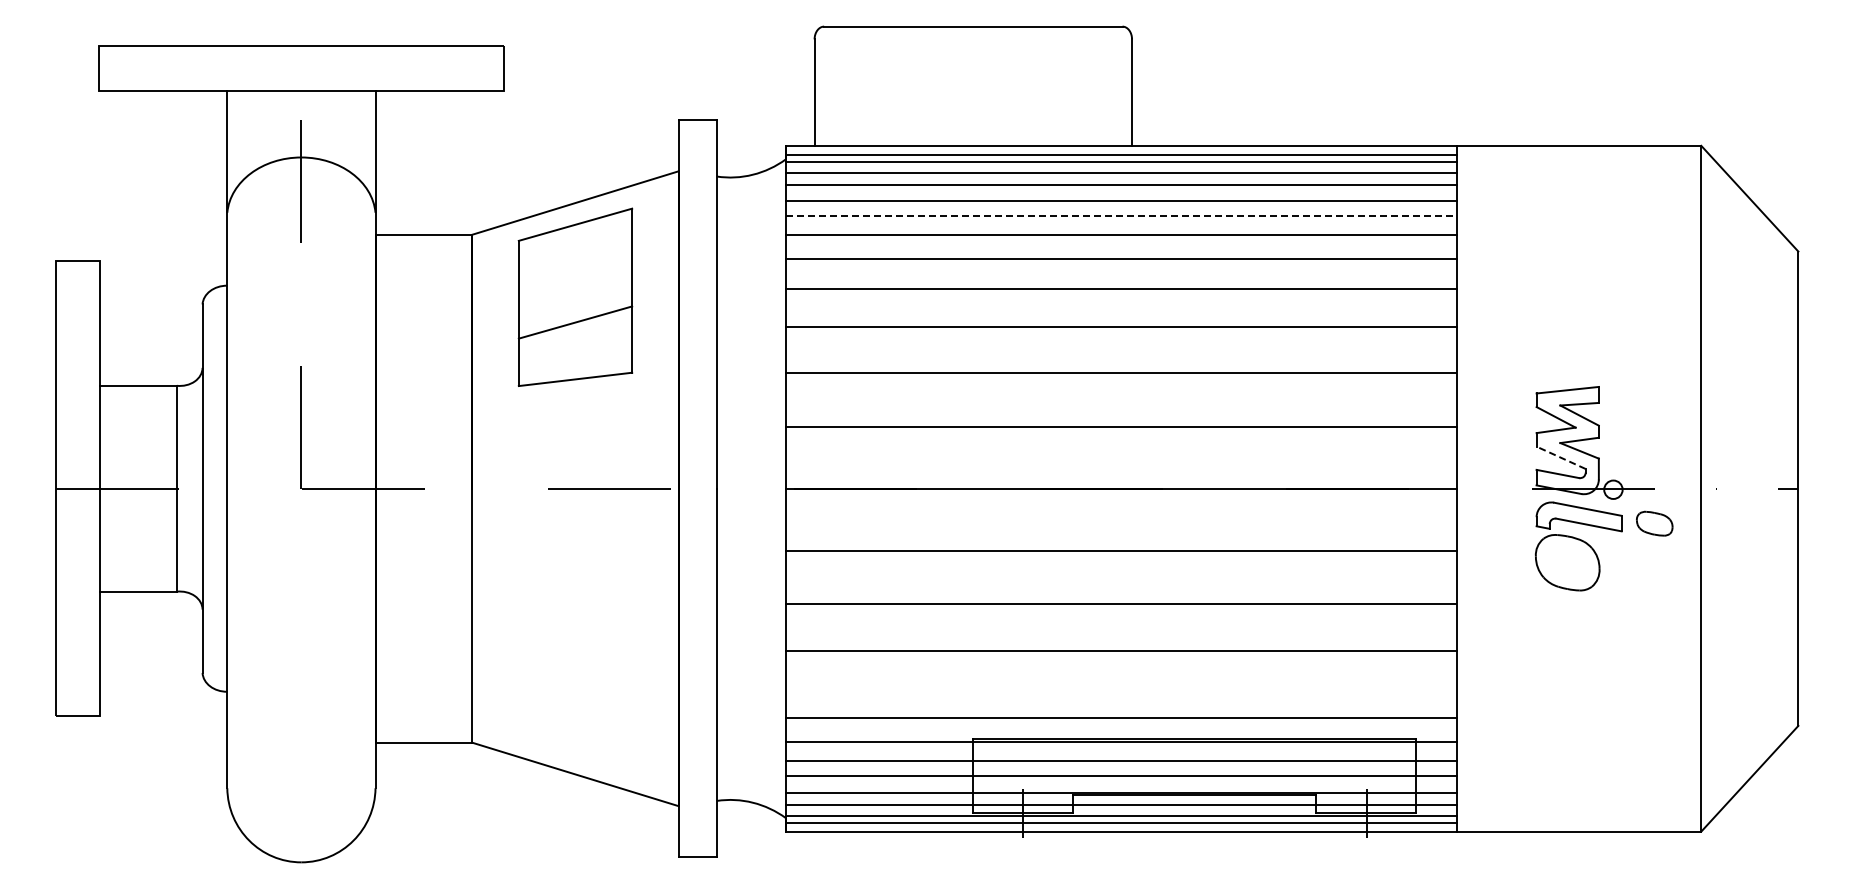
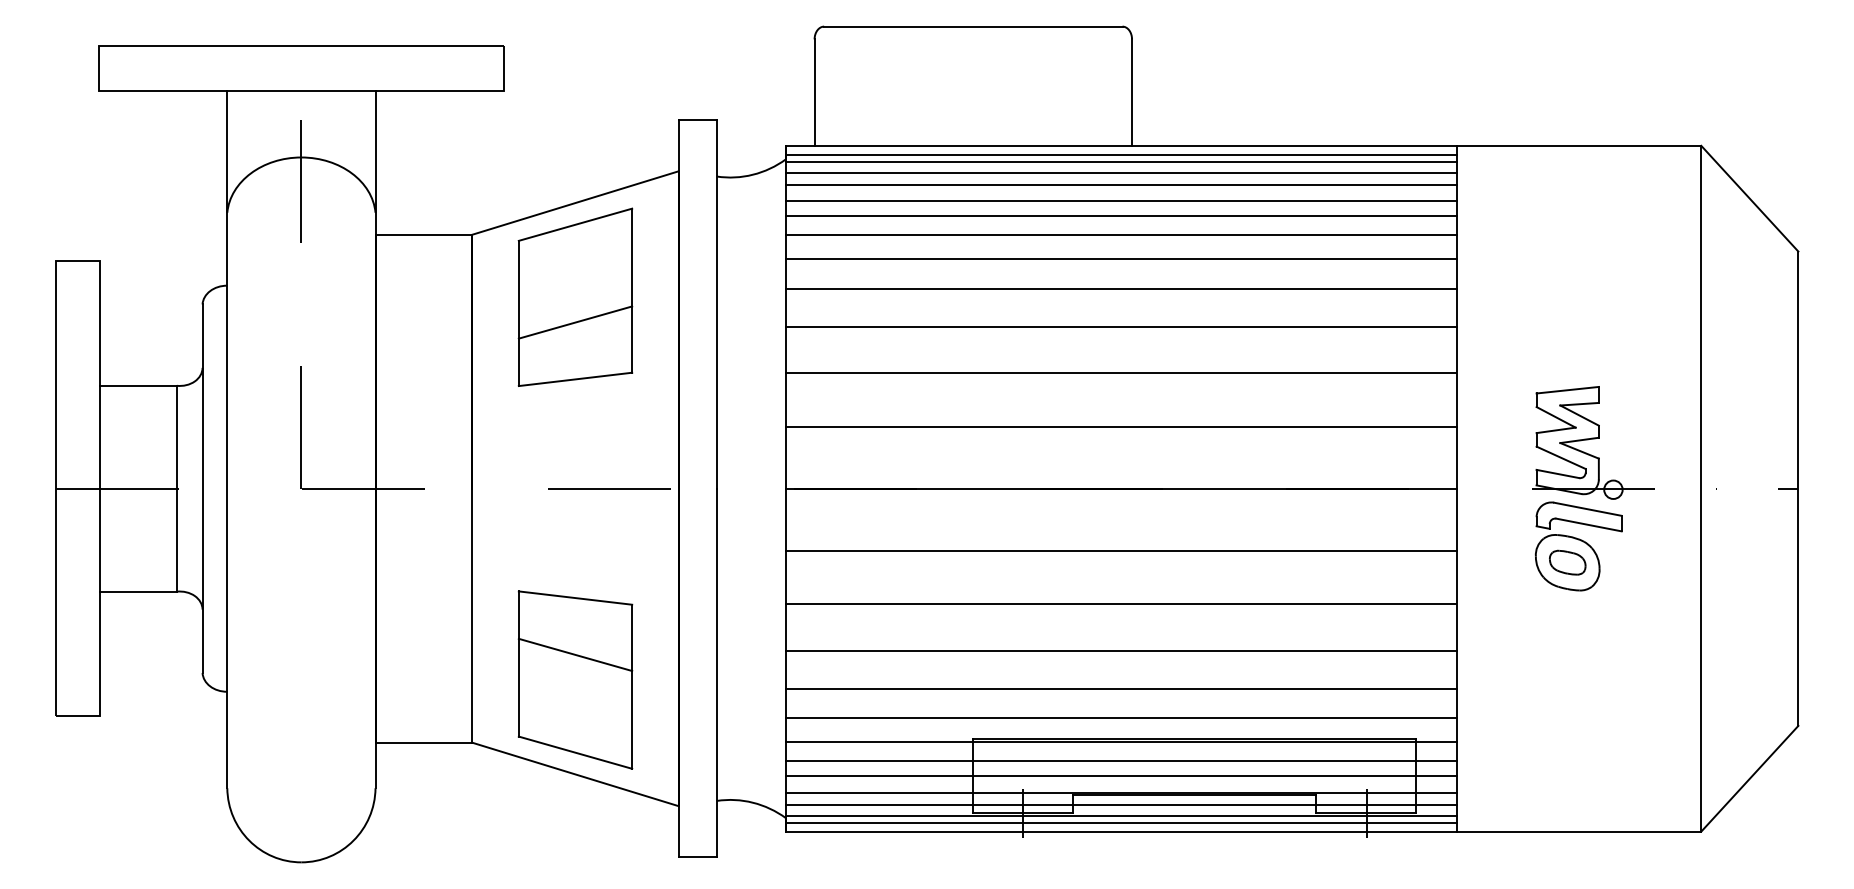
line at (1122, 216): dashed -> solid
line at (1561, 457): dashed -> solid
part at (1654, 523) position: (1654, 523) -> (1567, 562)
part at (575, 679): none -> present
line at (1121, 688): none -> present
